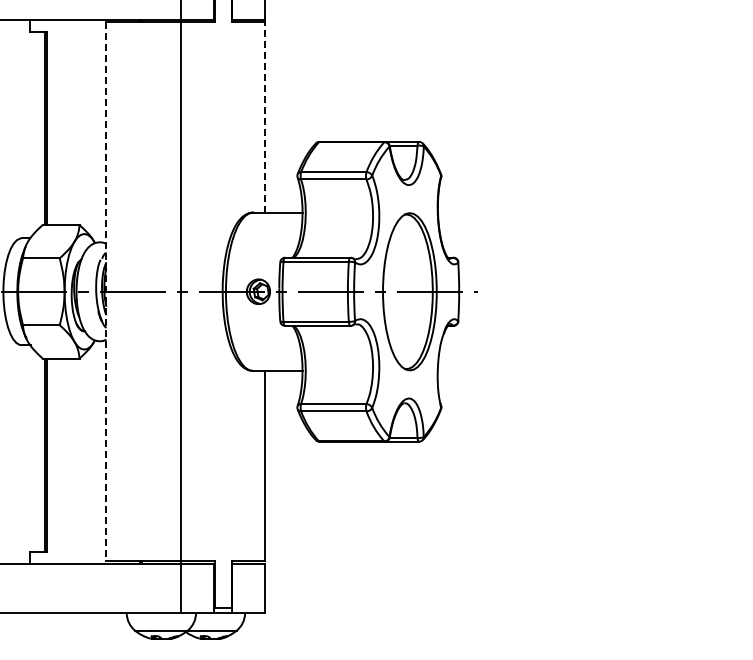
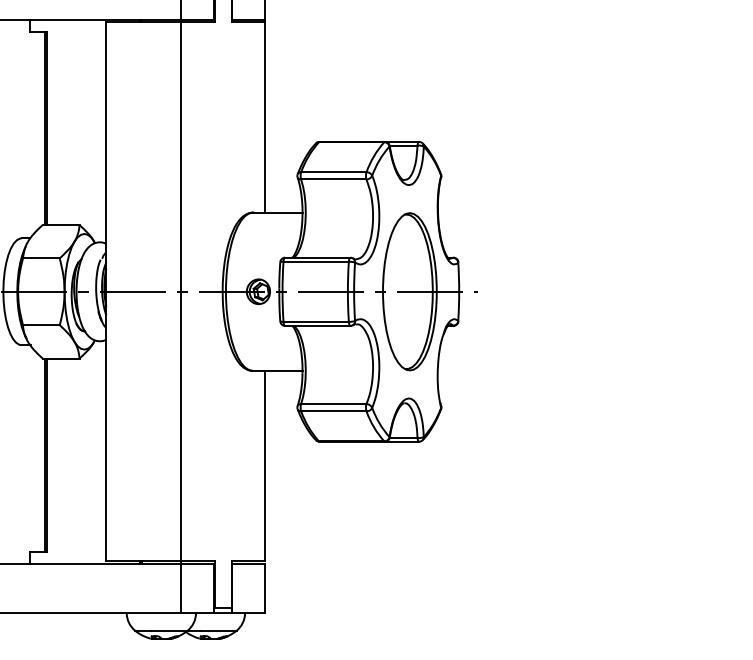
line at (265, 116): dashed -> solid
line at (106, 291): dashed -> solid
